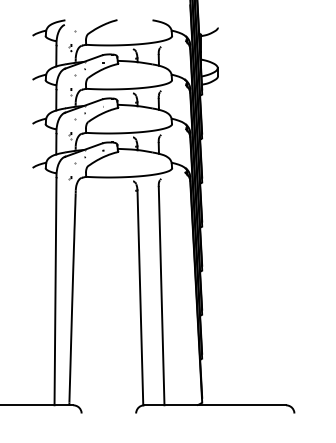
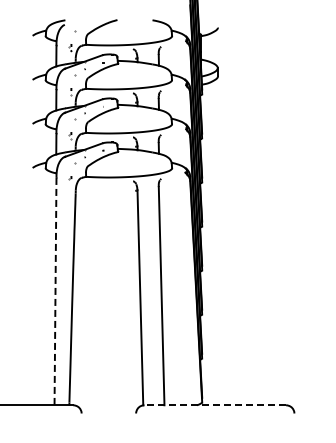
line at (55, 291): solid -> dashed
line at (215, 405): solid -> dashed
